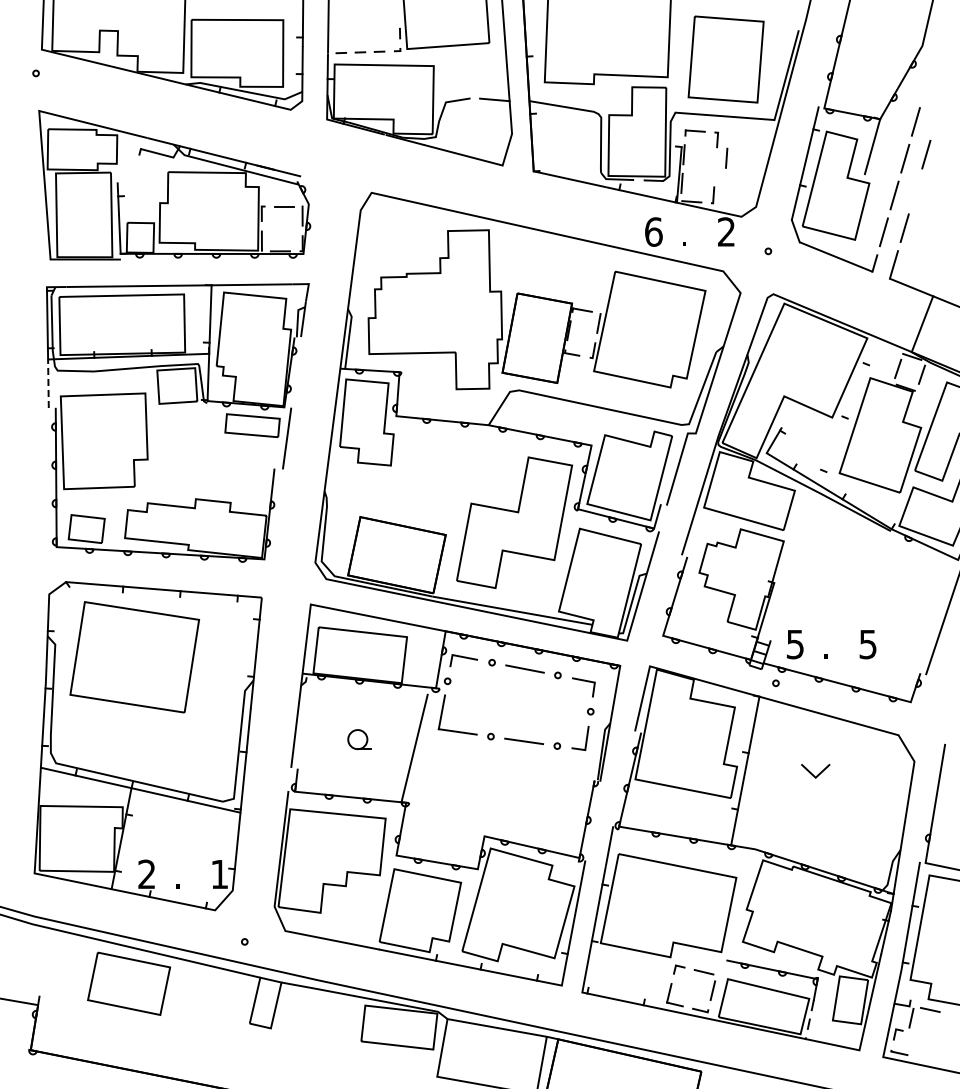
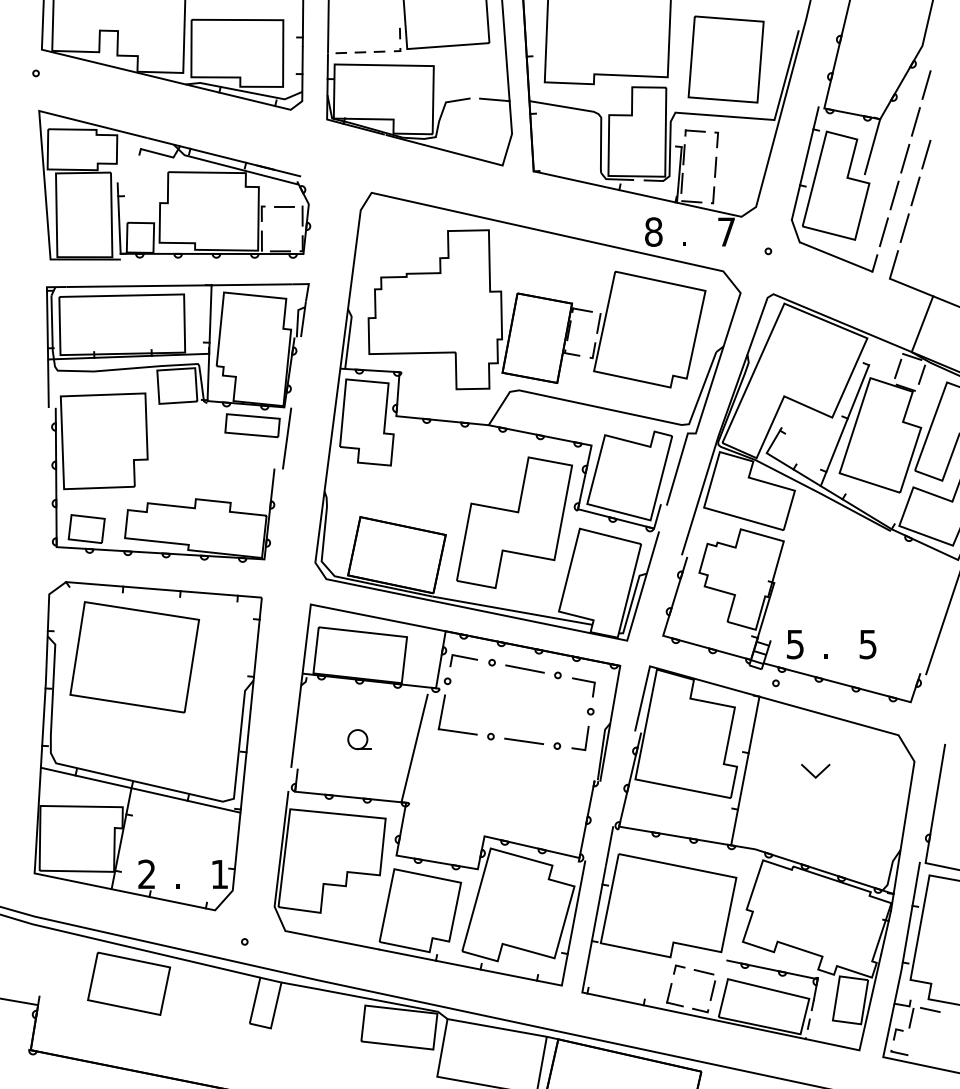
line at (926, 84): none -> present
line at (726, 157) position: (726, 157) -> (715, 166)
line at (915, 191): none -> present
text at (653, 231): 6 -> 8
text at (726, 231): 2 -> 7
line at (48, 383): dashed -> solid
line at (844, 425): none -> present
